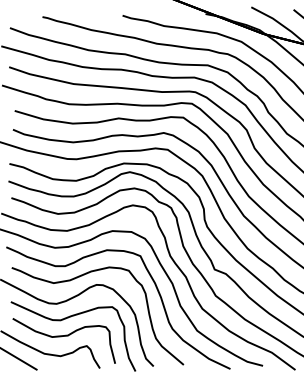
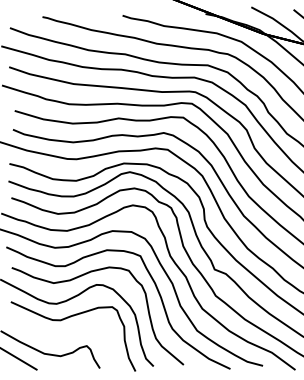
part at (63, 340): present -> none
